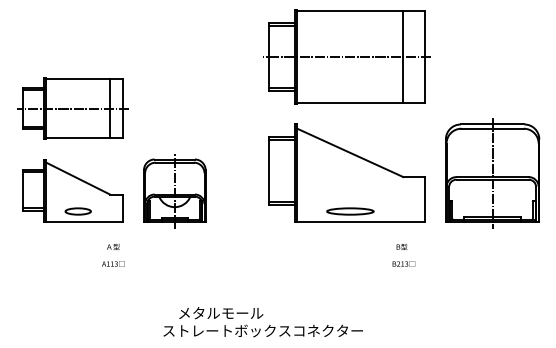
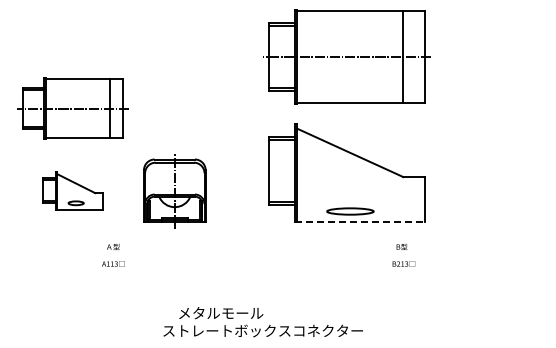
part at (492, 173): present -> none
part at (72, 190) size: 102x64 px -> 62x40 px
line at (359, 222): solid -> dashed
